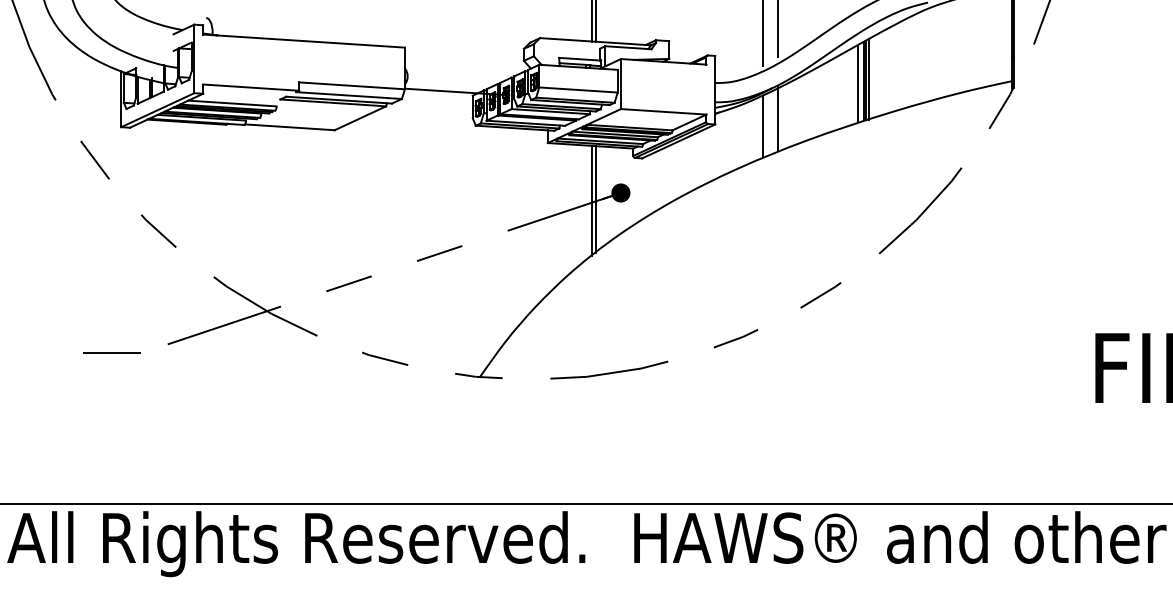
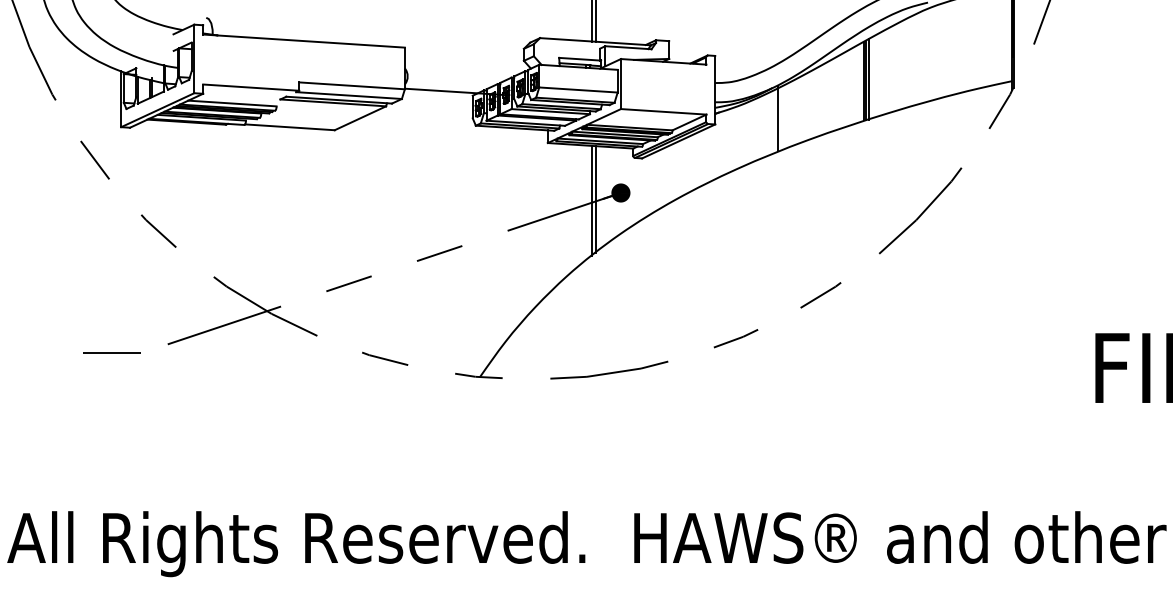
line at (777, 30): present -> none
line at (763, 34): present -> none
line at (858, 83): present -> none
line at (763, 126): present -> none
line at (585, 503): present -> none
